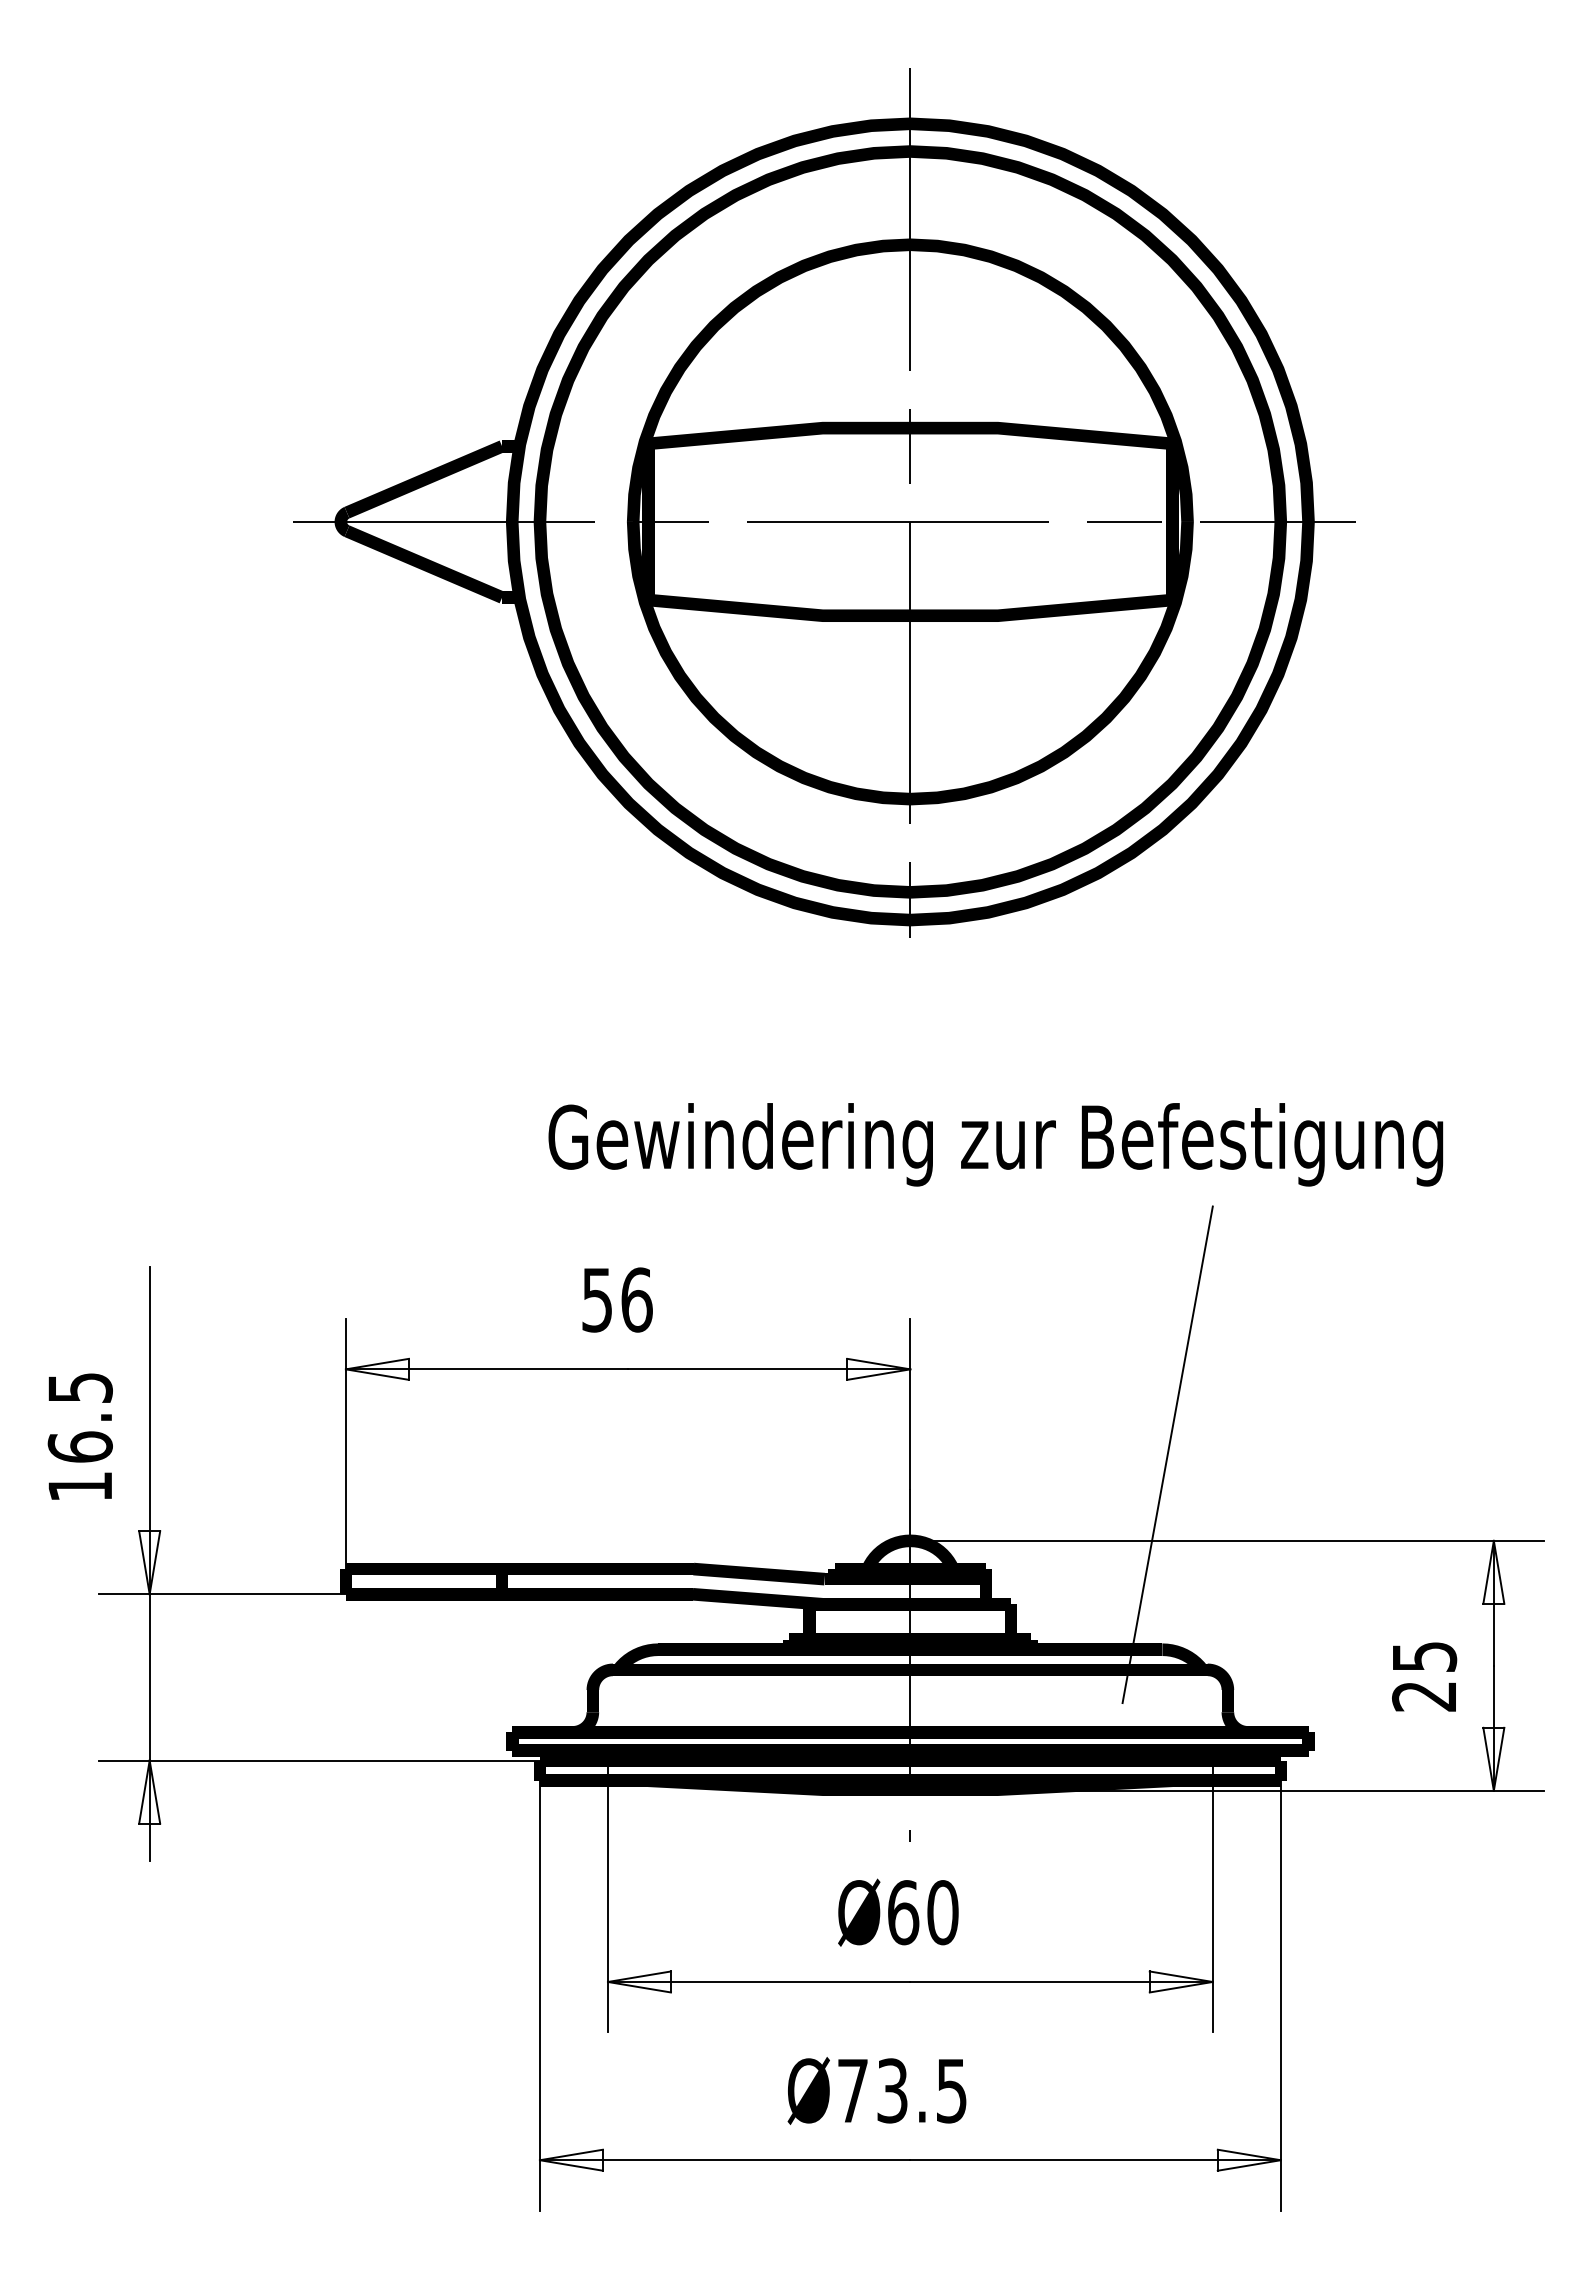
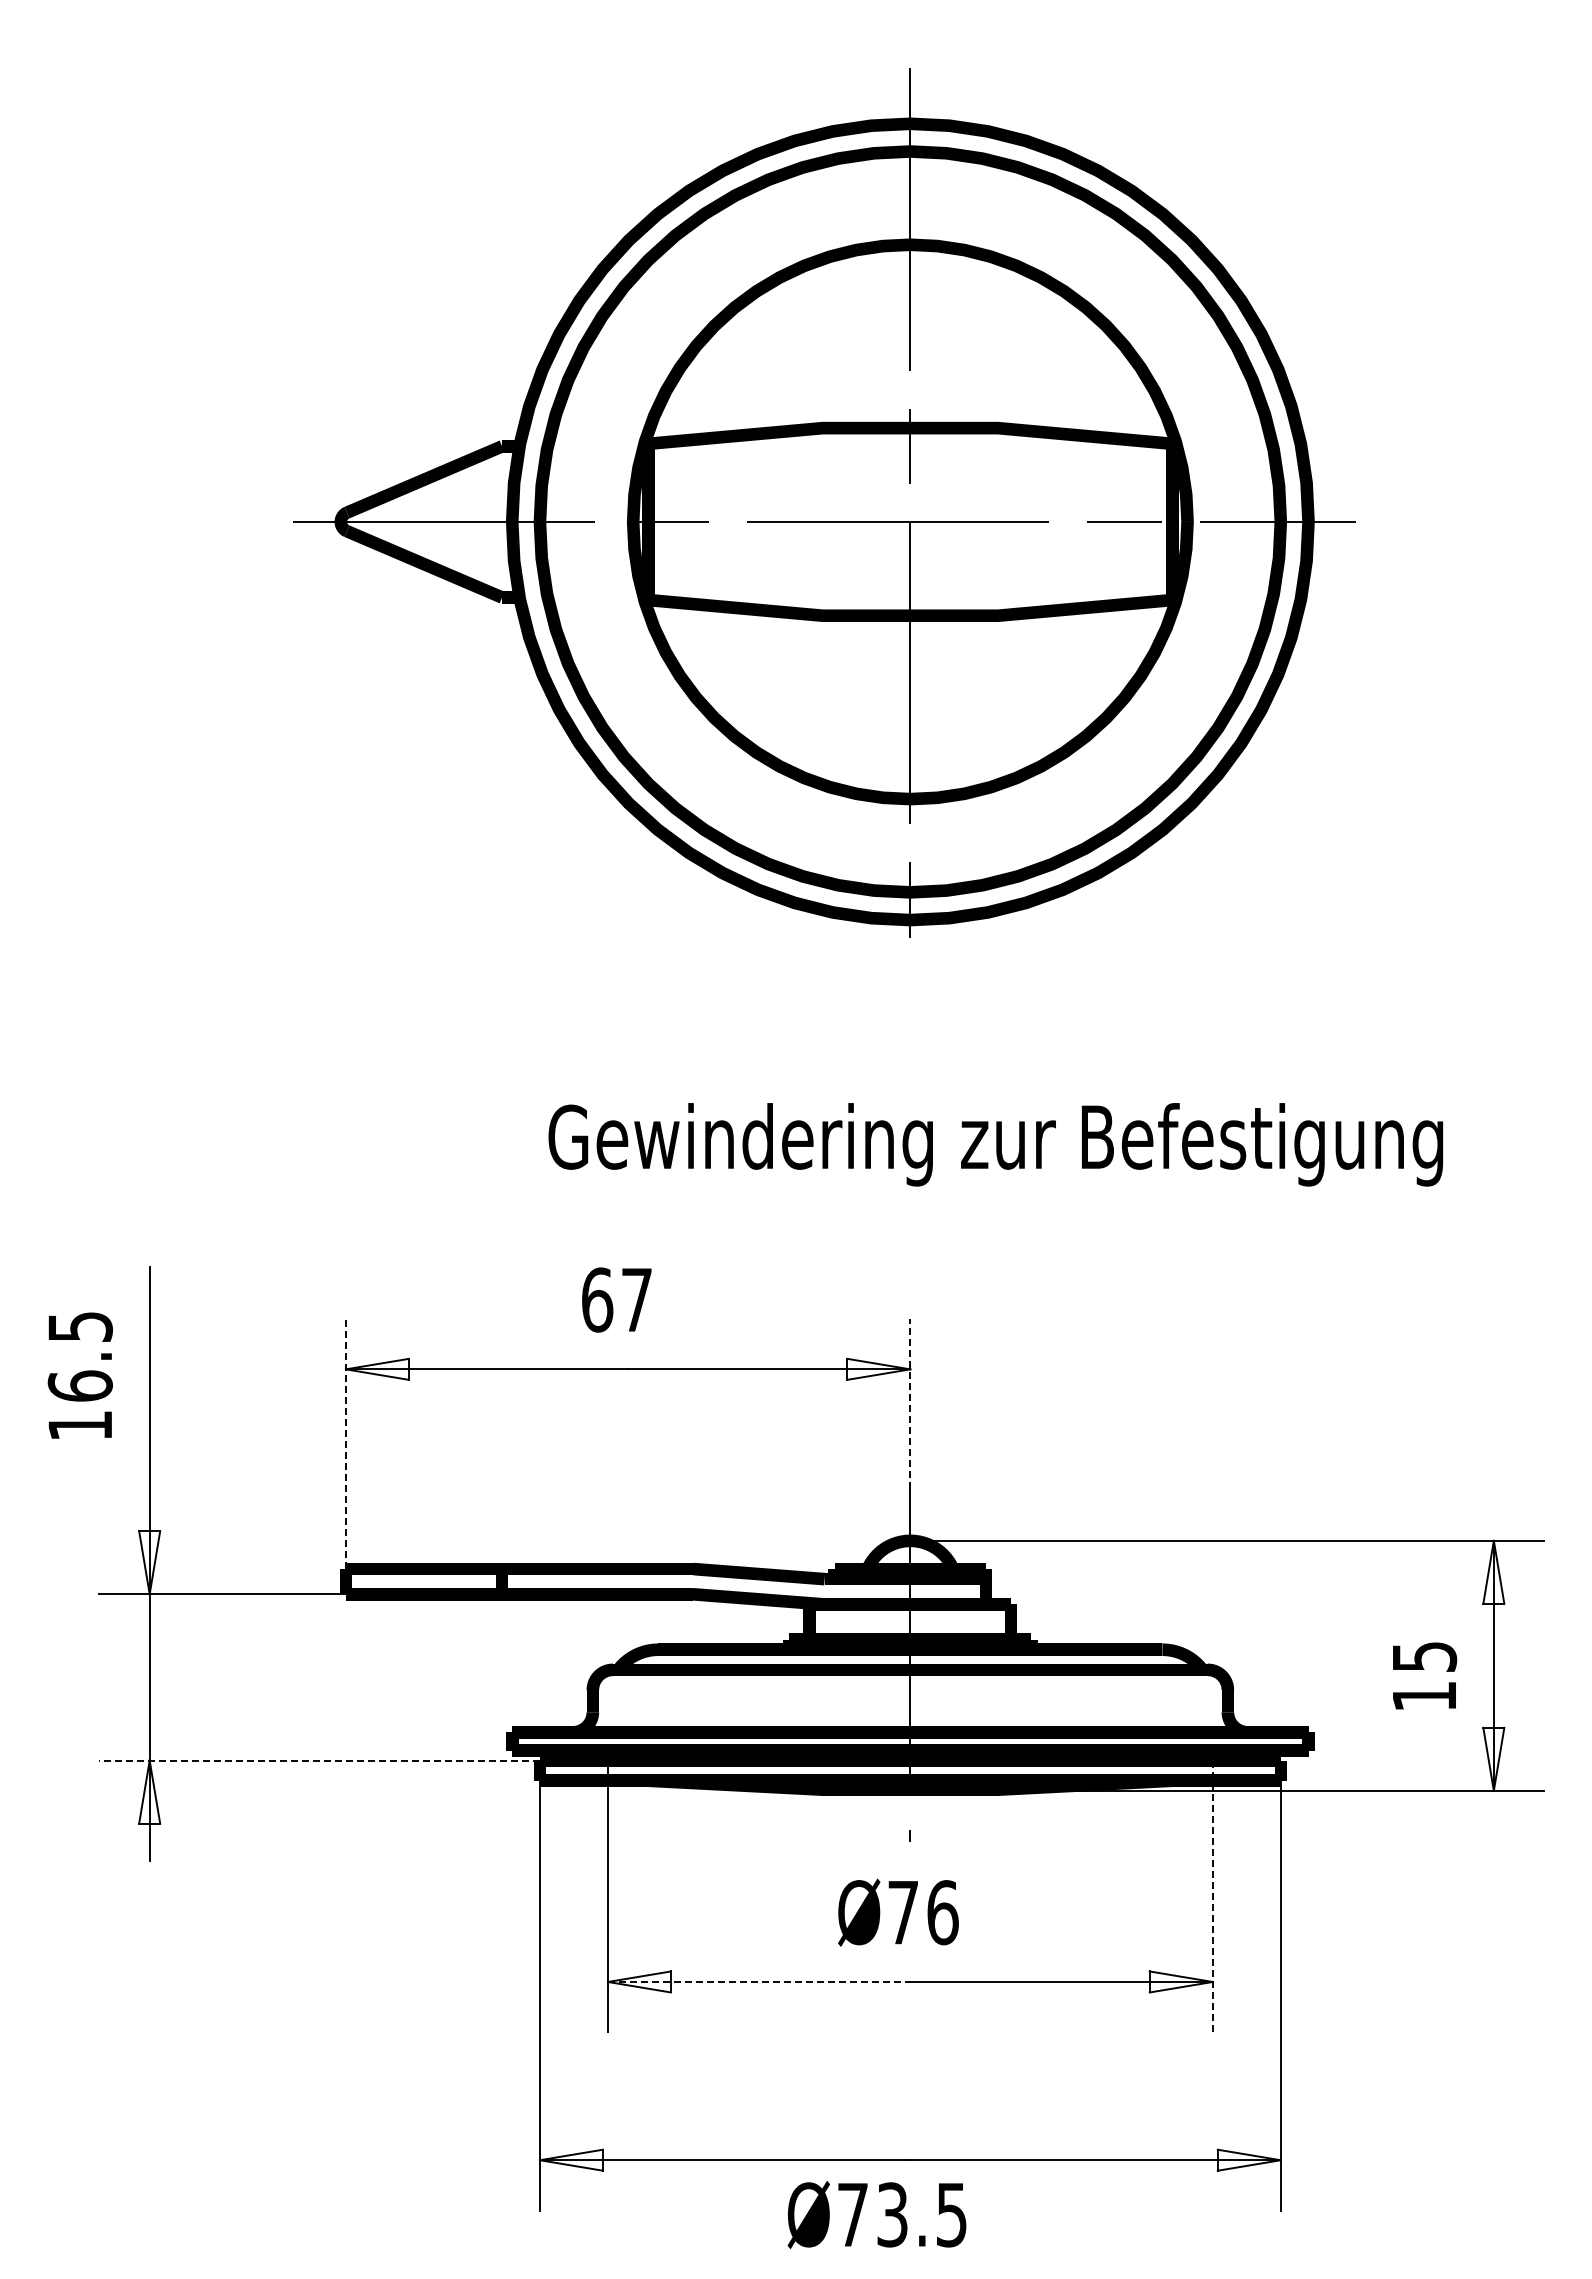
text at (617, 1299): 56 -> 67
line at (910, 1403): solid -> dashed
text at (79, 1436) position: (79, 1436) -> (79, 1375)
line at (345, 1443): solid -> dashed
line at (1167, 1454): present -> none
text at (1423, 1696): 25 -> 15
line at (319, 1760): solid -> dashed
line at (1212, 1896): solid -> dashed
text at (923, 1912): Ø60 -> Ø76
line at (759, 1981): solid -> dashed
text at (876, 2090) position: (876, 2090) -> (876, 2214)
